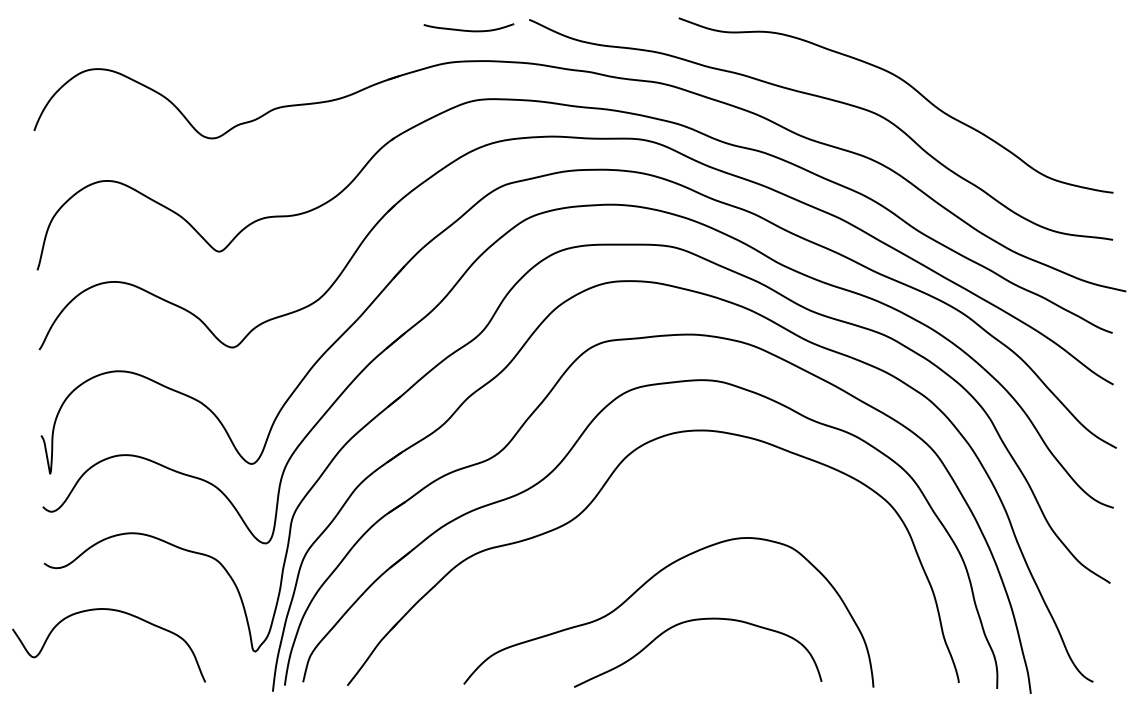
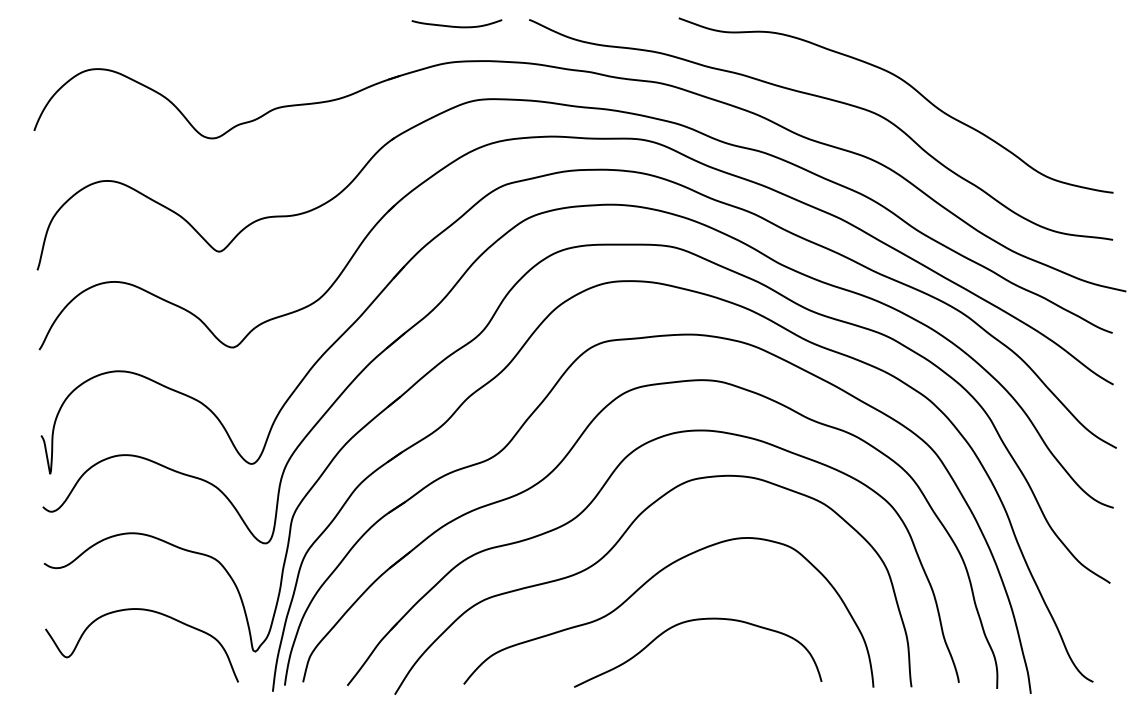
curve at (468, 30) position: (468, 30) -> (456, 26)
curve at (615, 546): none -> present
curve at (115, 611) position: (115, 611) -> (148, 611)
